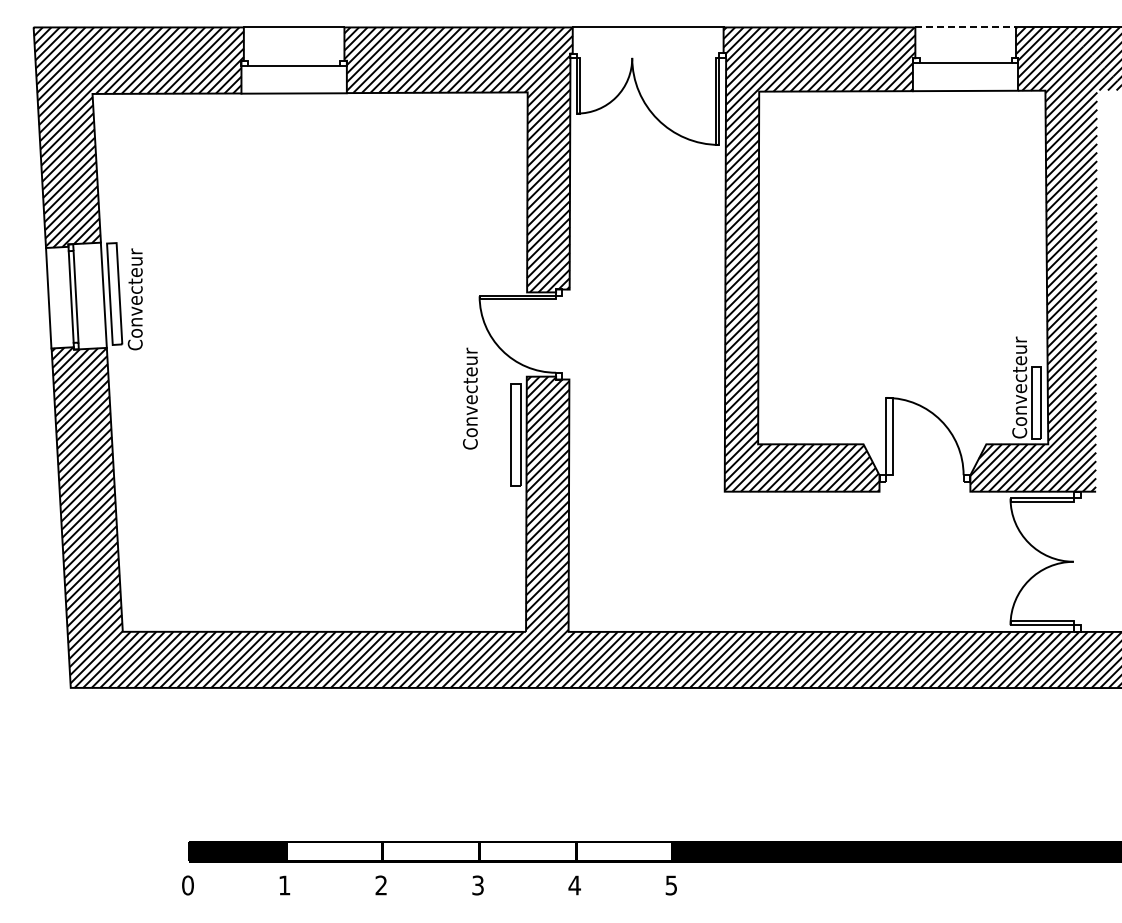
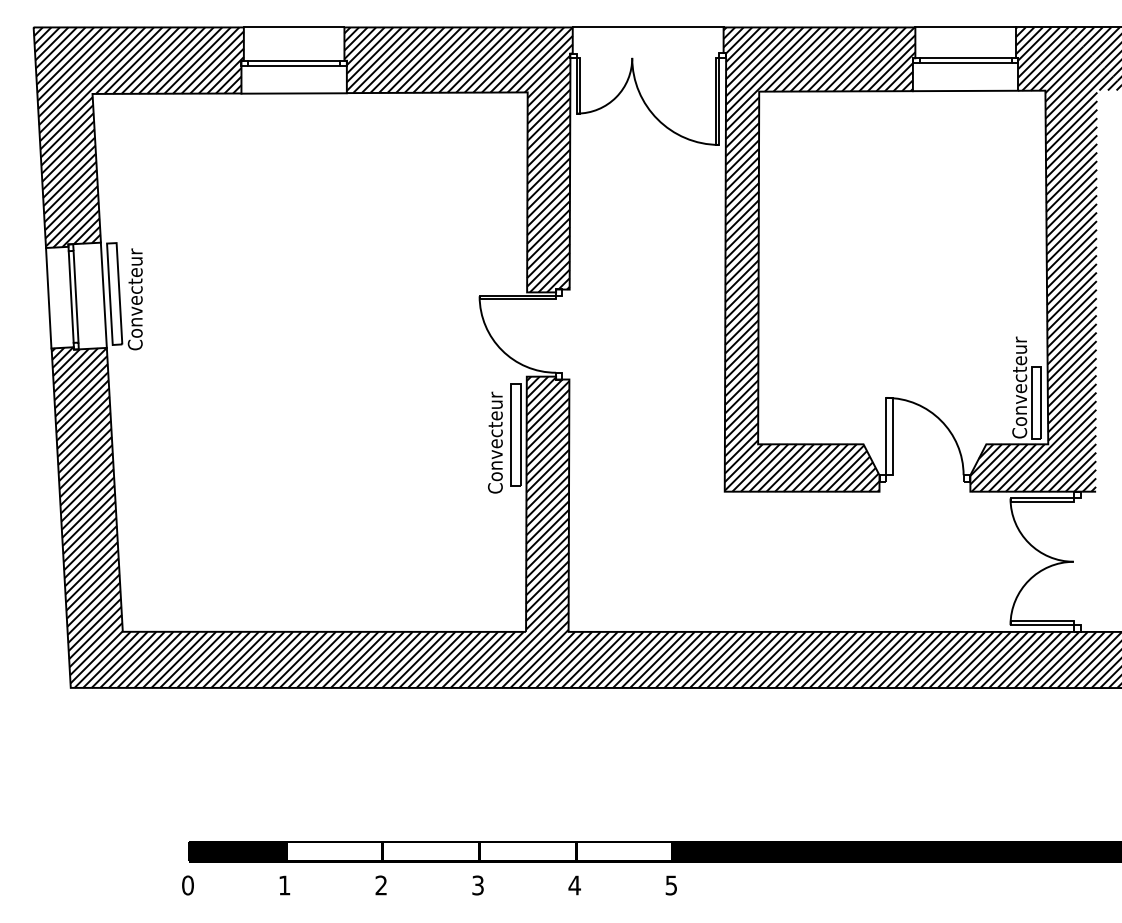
line at (966, 27): dashed -> solid
line at (965, 58): none -> present
line at (294, 60): none -> present
text at (470, 398) position: (470, 398) -> (495, 442)
